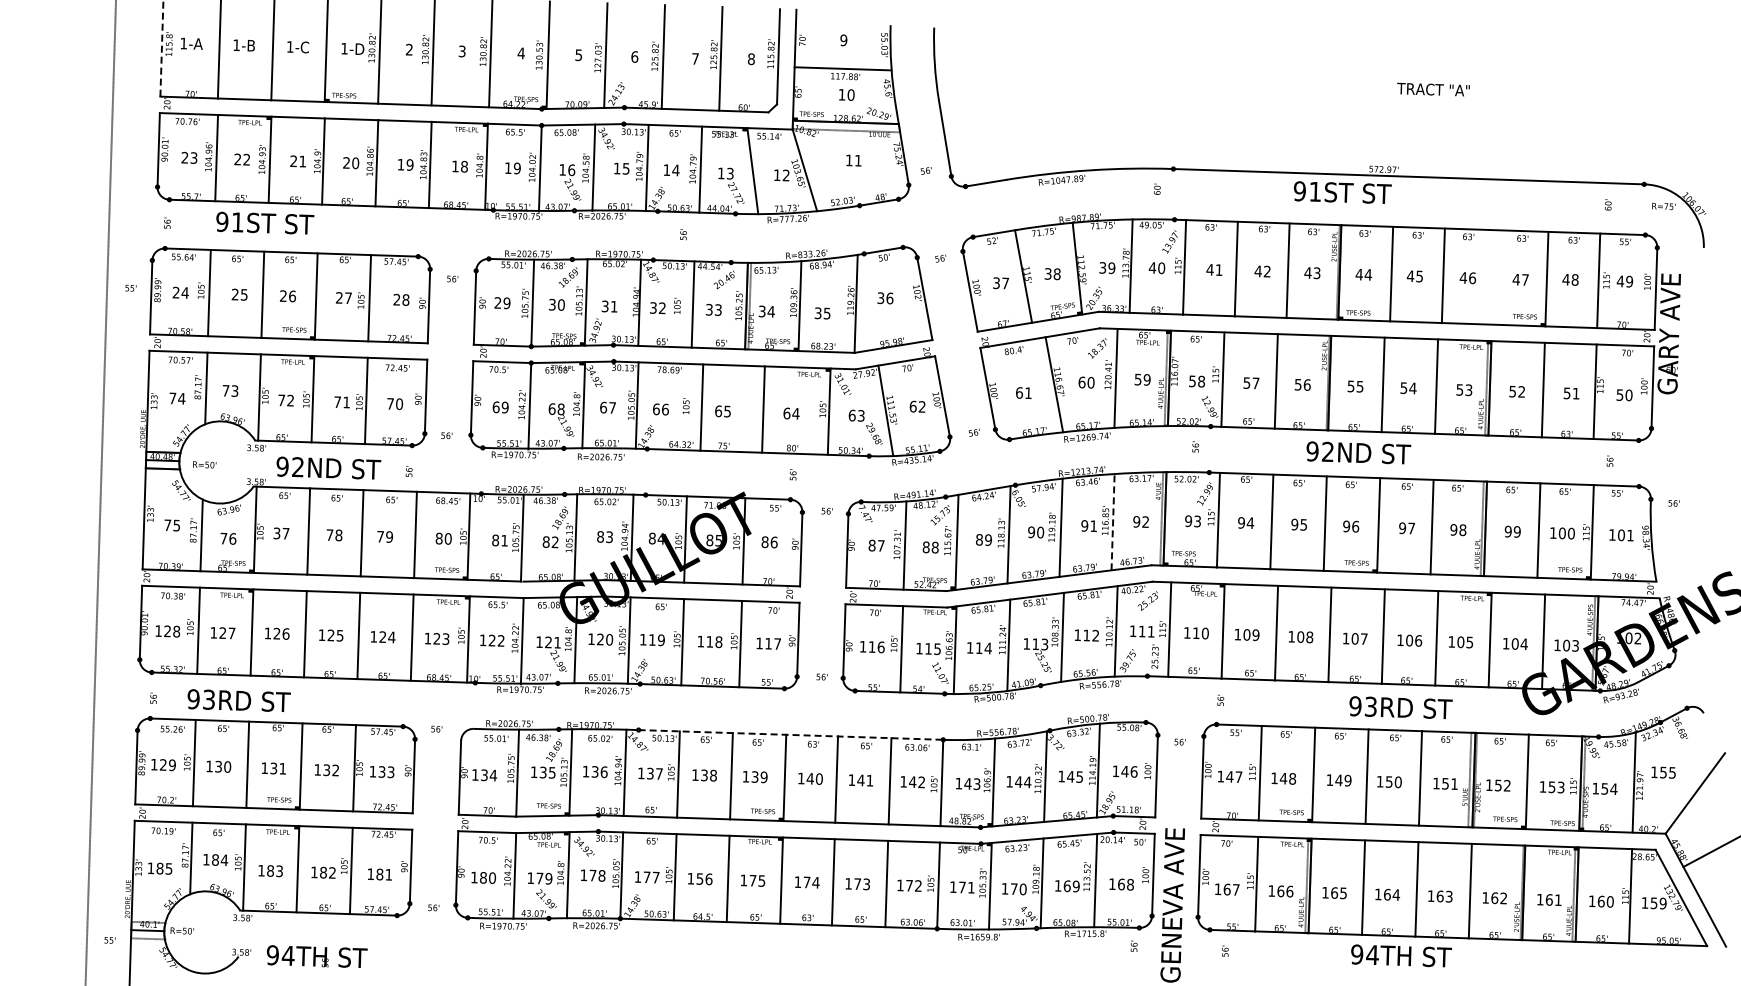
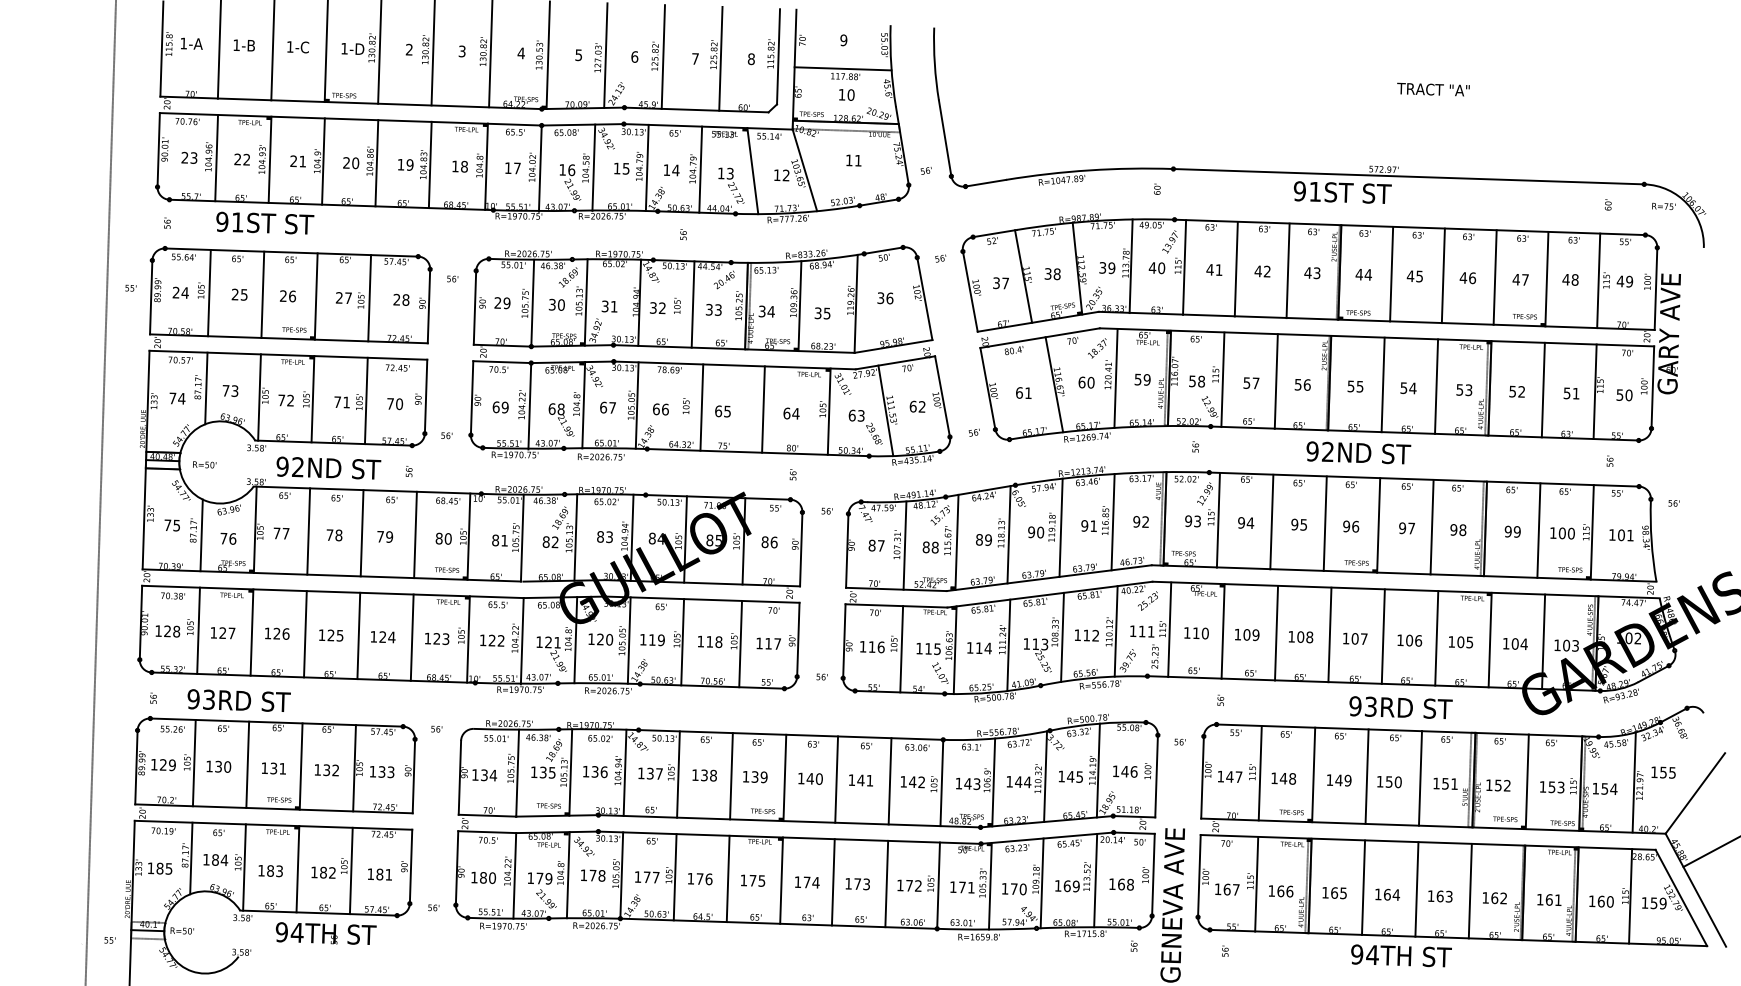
line at (161, 49): dashed -> solid
text at (516, 168): 19 -> 17
line at (1494, 277): none -> present
line at (1113, 521): dashed -> solid
text at (276, 533): 37 -> 77
line at (791, 734): dashed -> solid
text at (699, 878): 156 -> 176
text at (316, 956) position: (316, 956) -> (325, 933)
